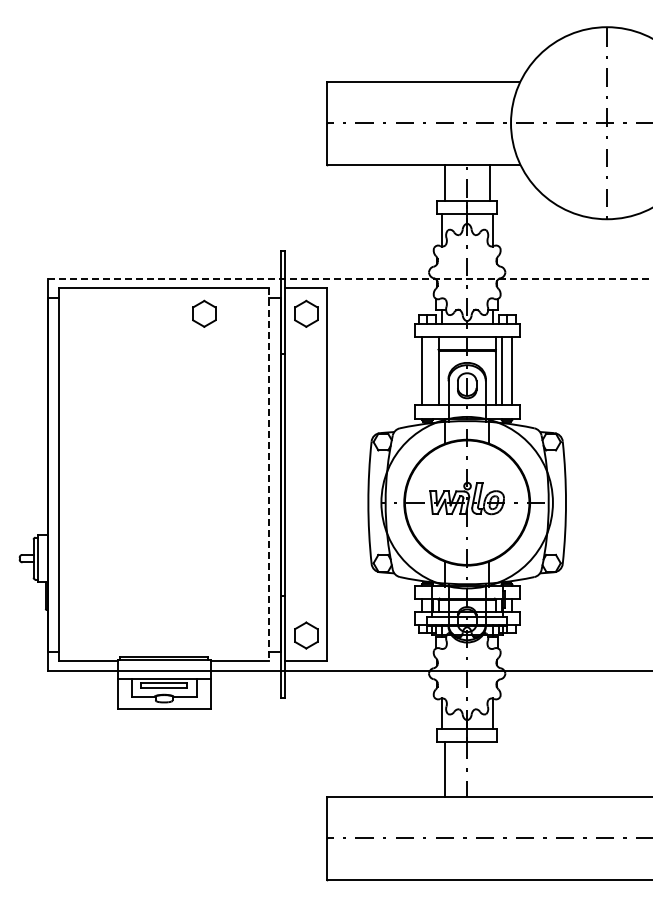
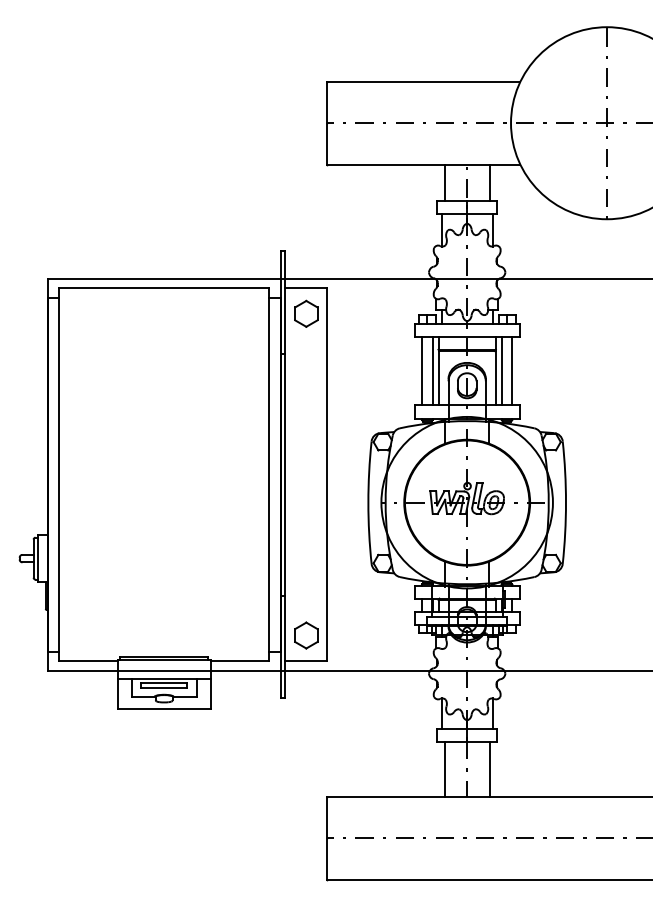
line at (350, 278): dashed -> solid
part at (204, 313): present -> none
line at (432, 371): none -> present
line at (269, 475): dashed -> solid
line at (489, 769): none -> present
